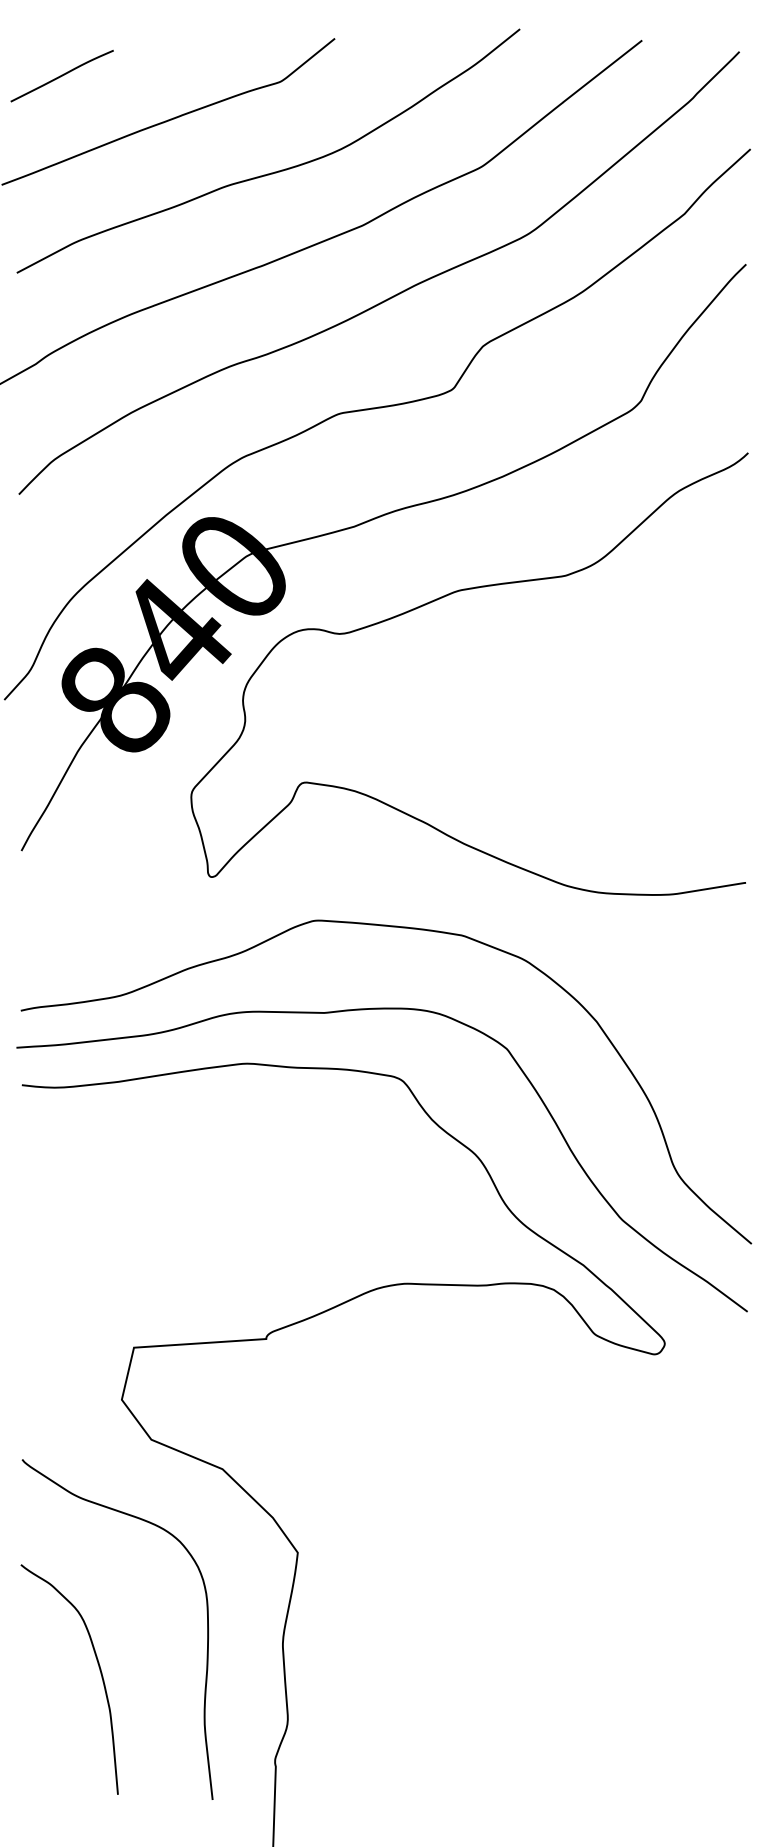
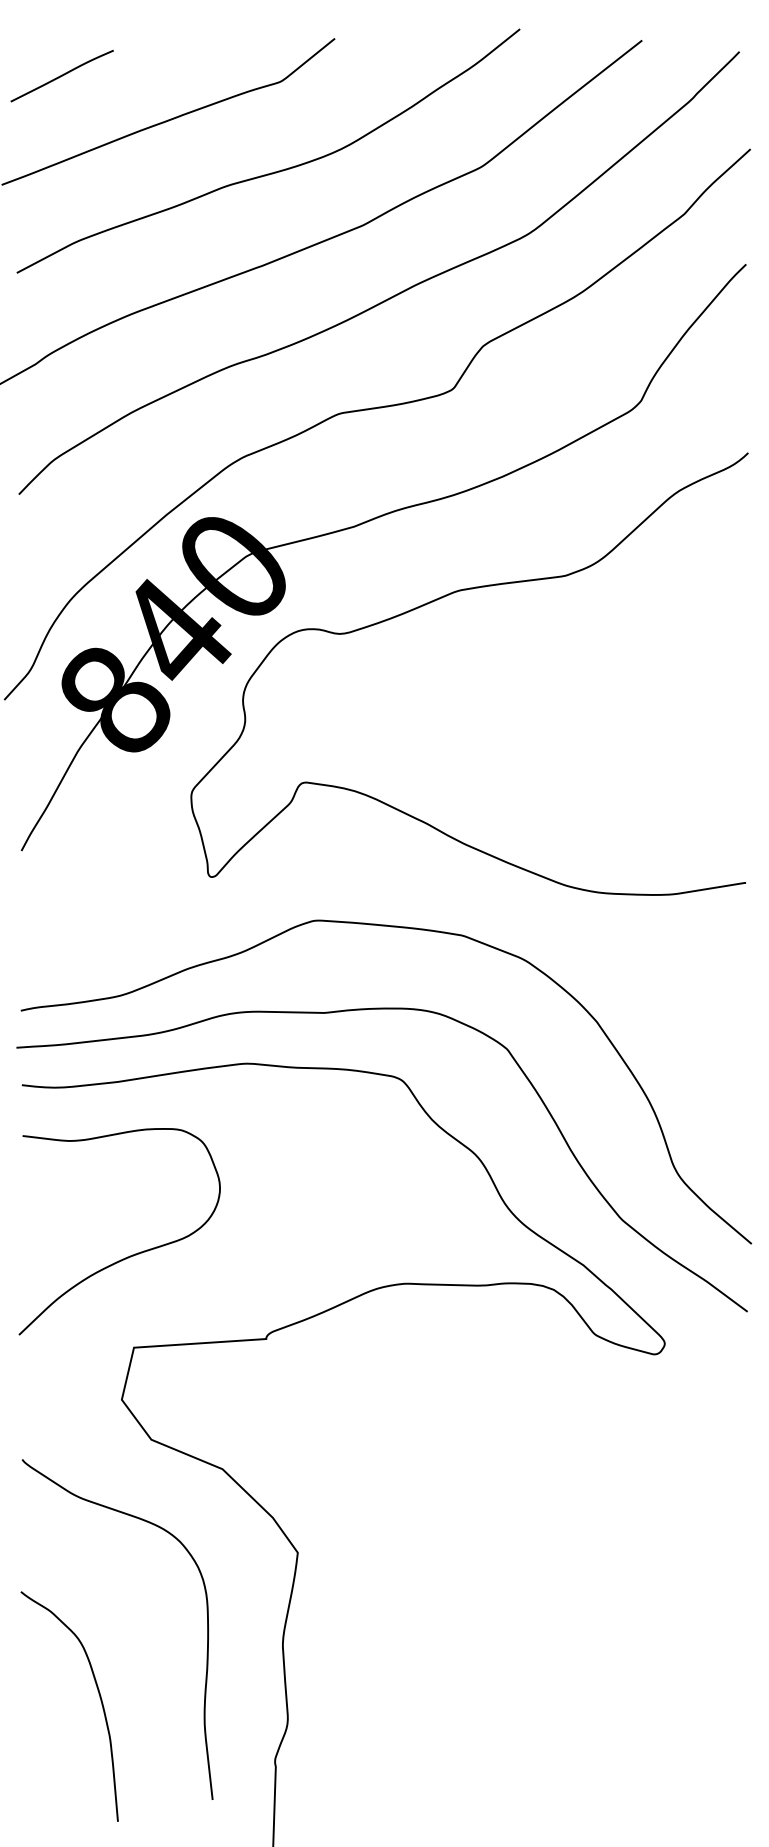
curve at (129, 1255): none -> present
curve at (99, 1670) position: (99, 1670) -> (99, 1697)
